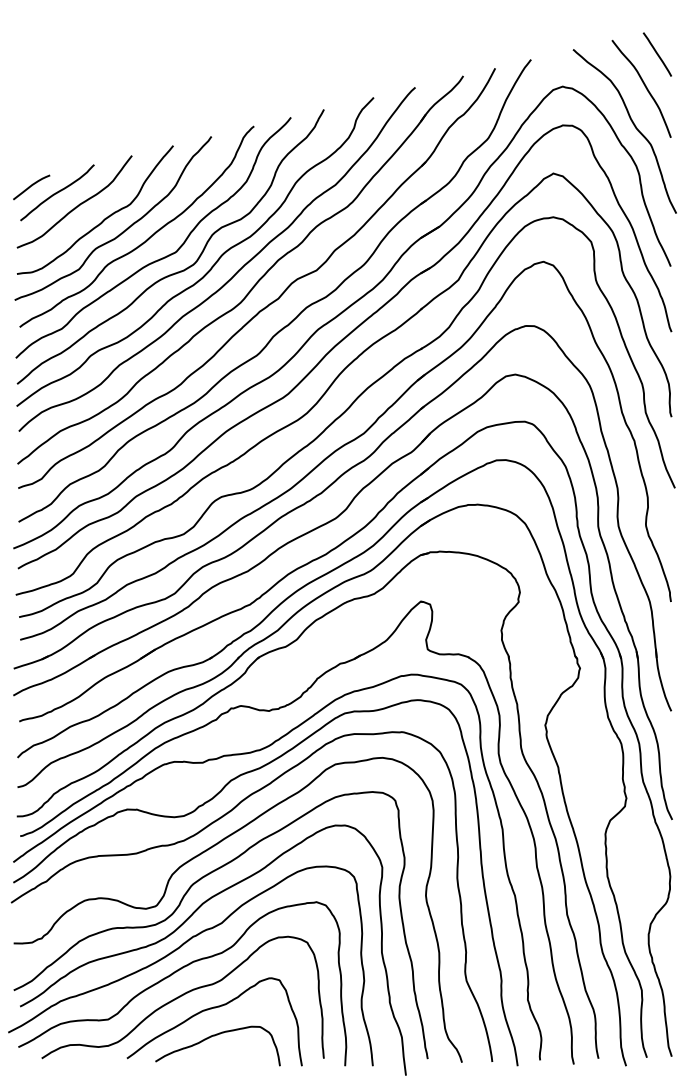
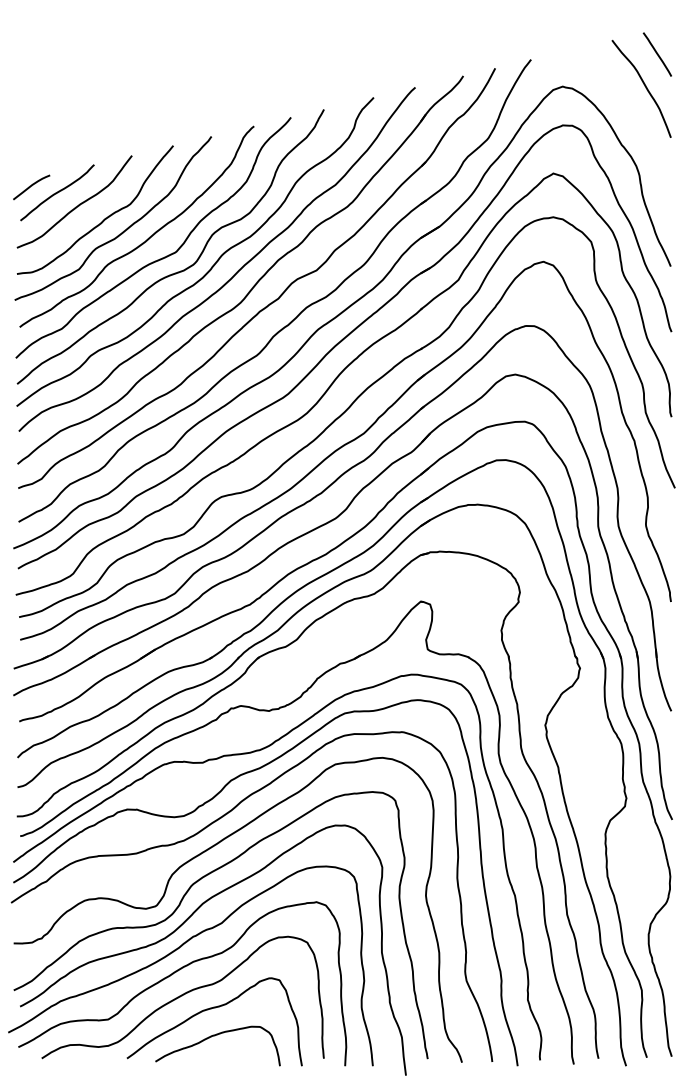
curve at (634, 127): present -> none
